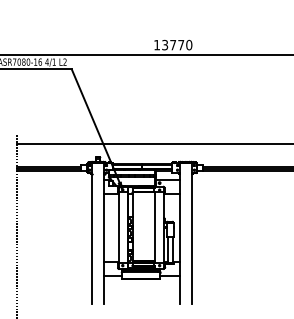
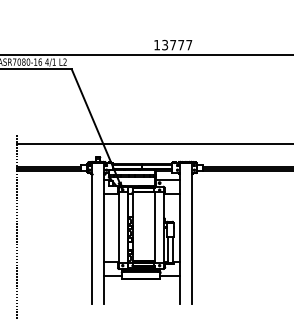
text at (189, 44): 13770 -> 13777
